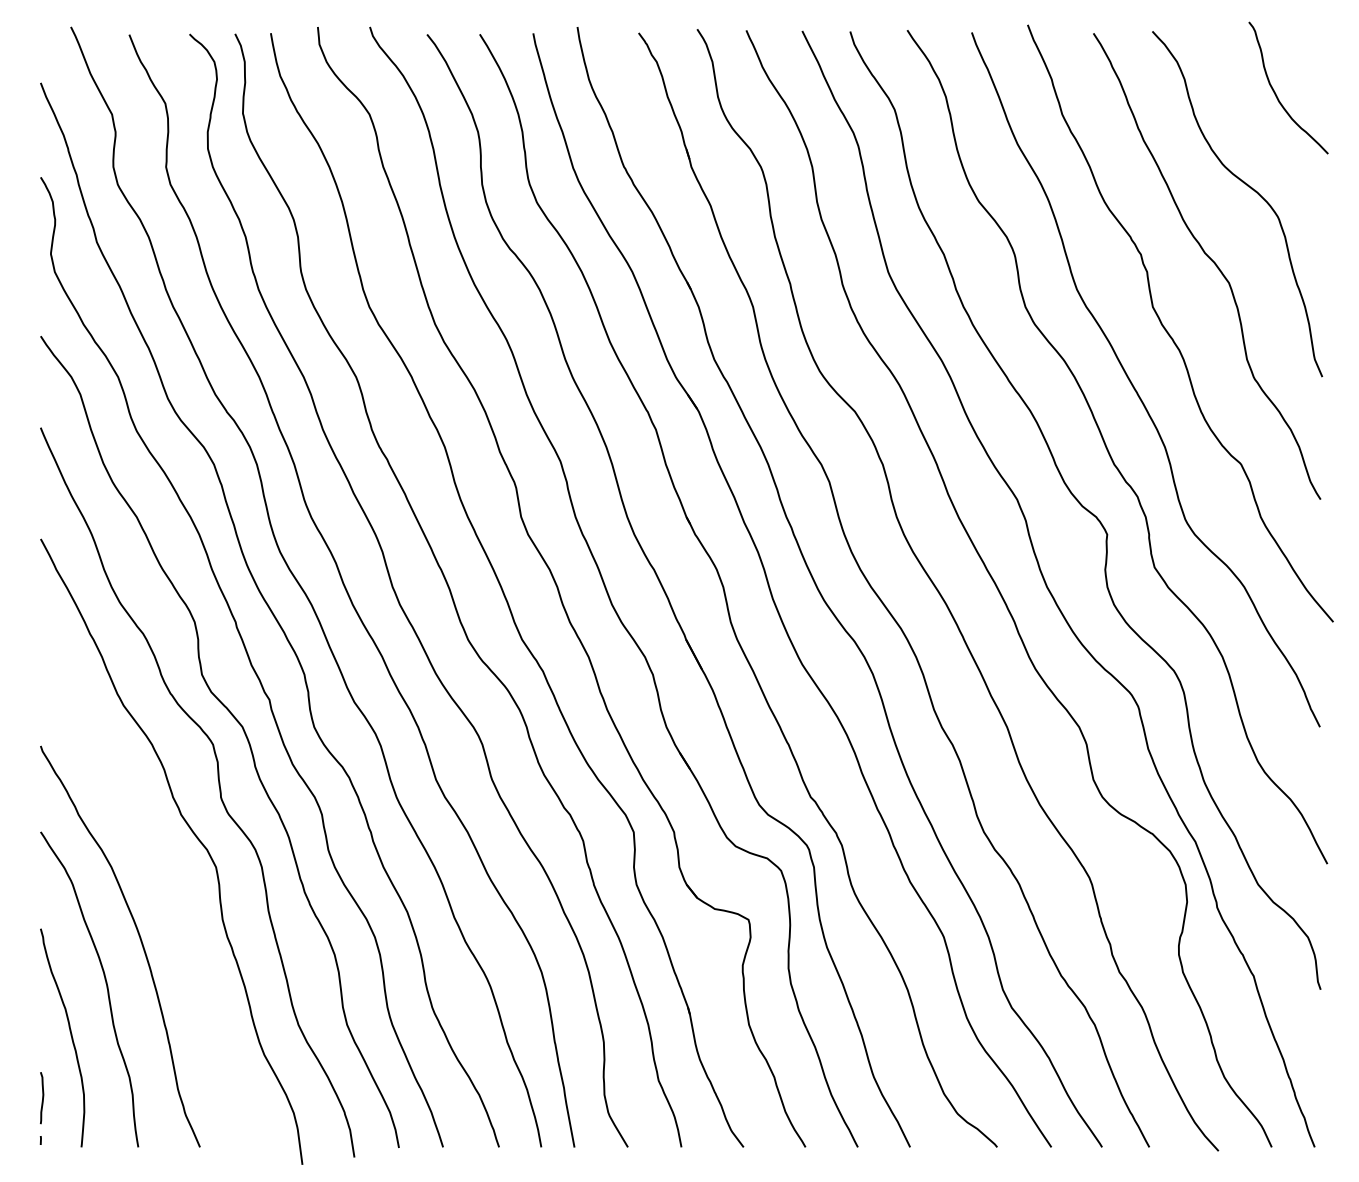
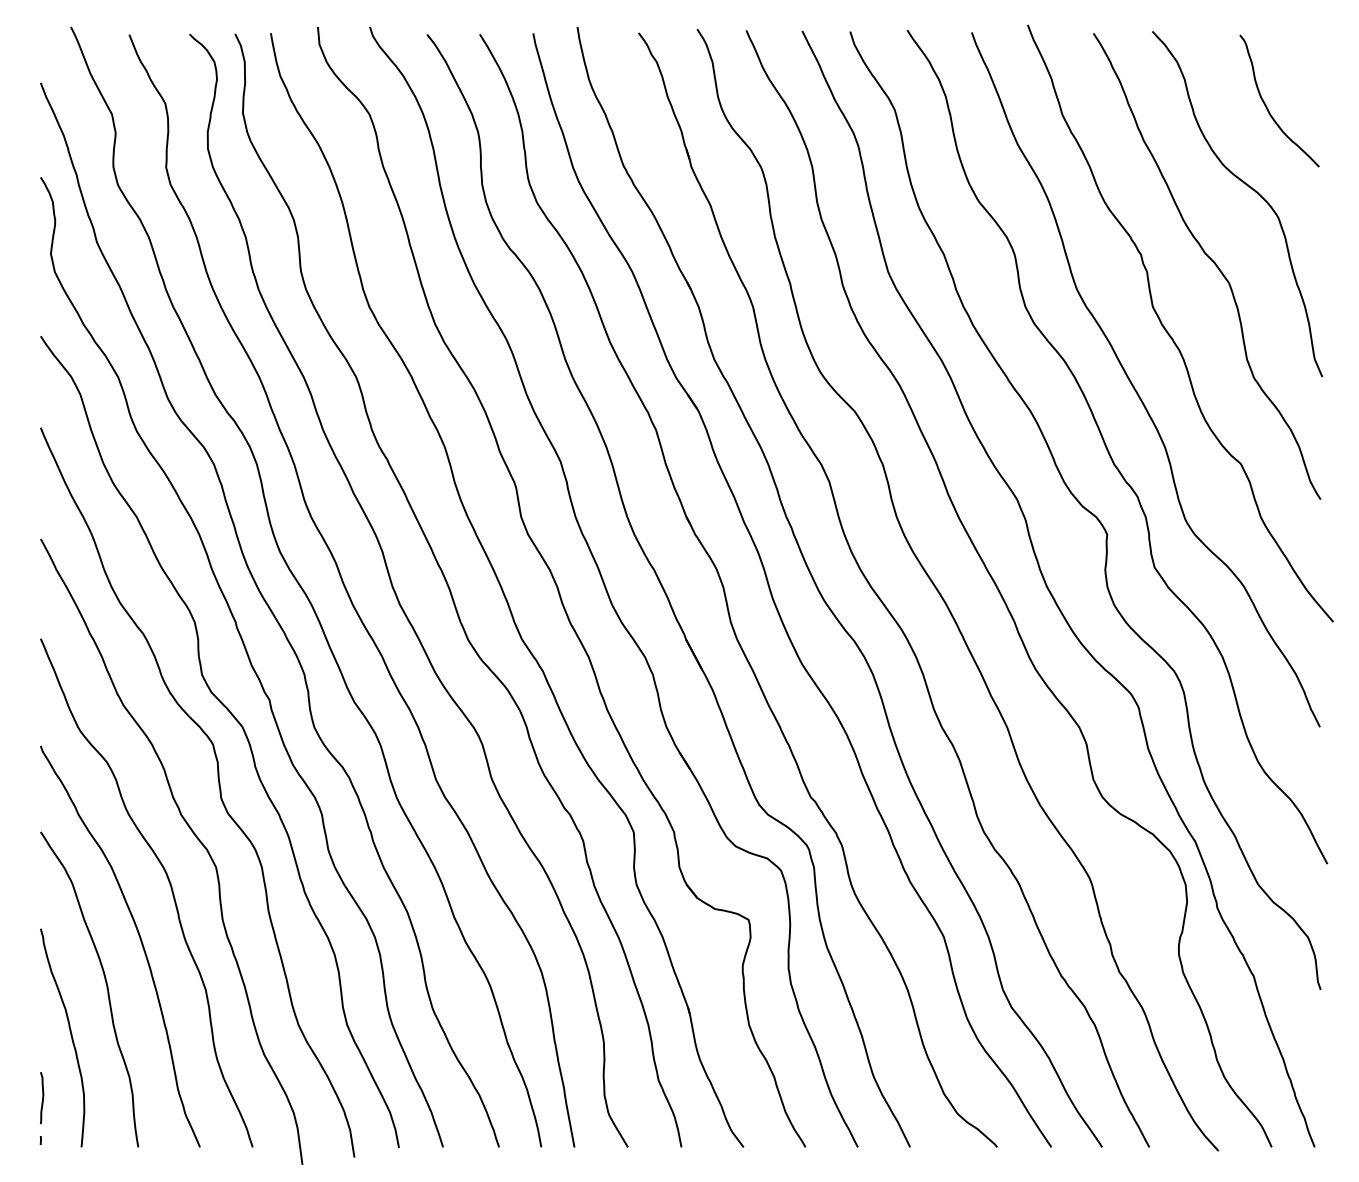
curve at (1276, 93) position: (1276, 93) -> (1267, 106)
curve at (168, 882): none -> present
